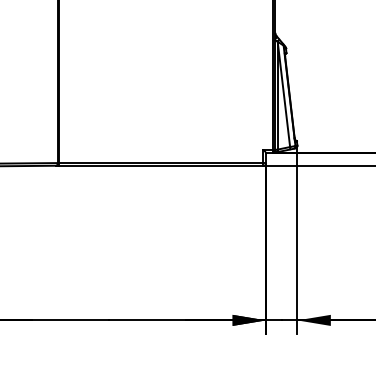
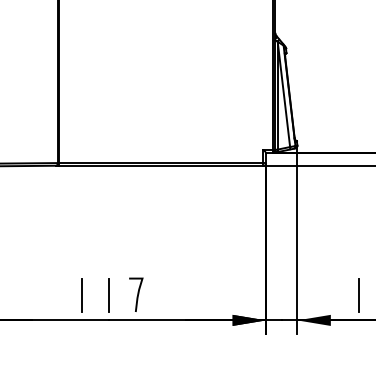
curve at (137, 294): none -> present
line at (82, 295): none -> present
line at (109, 295): none -> present
line at (359, 295): none -> present
